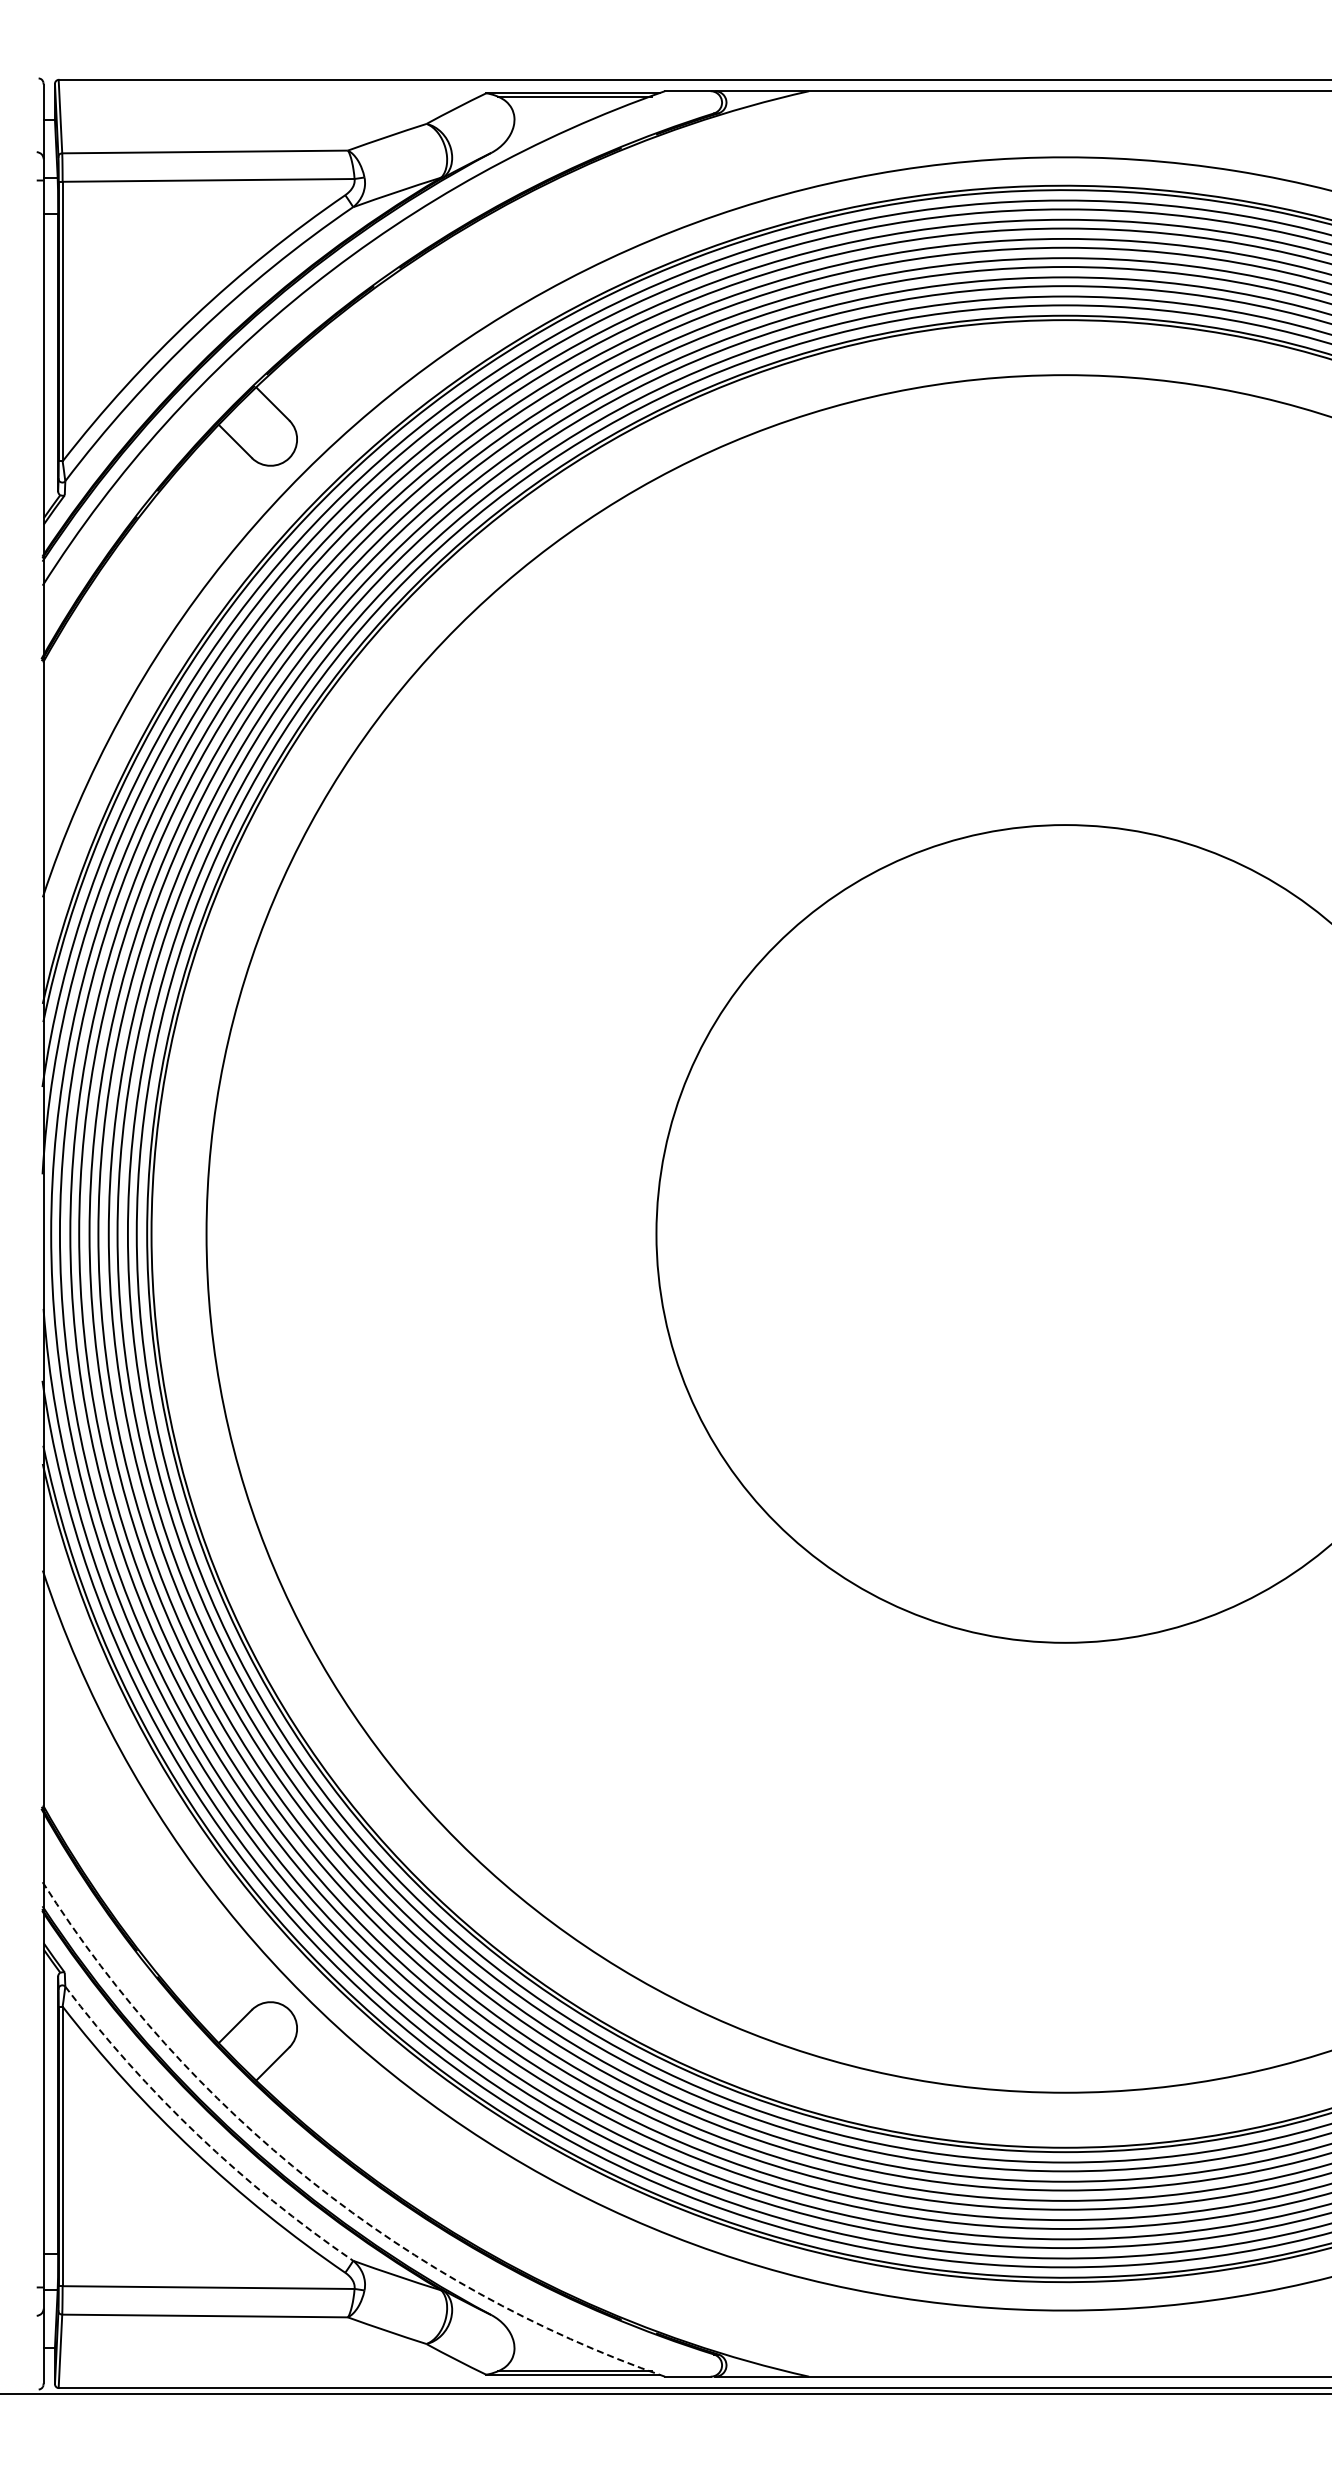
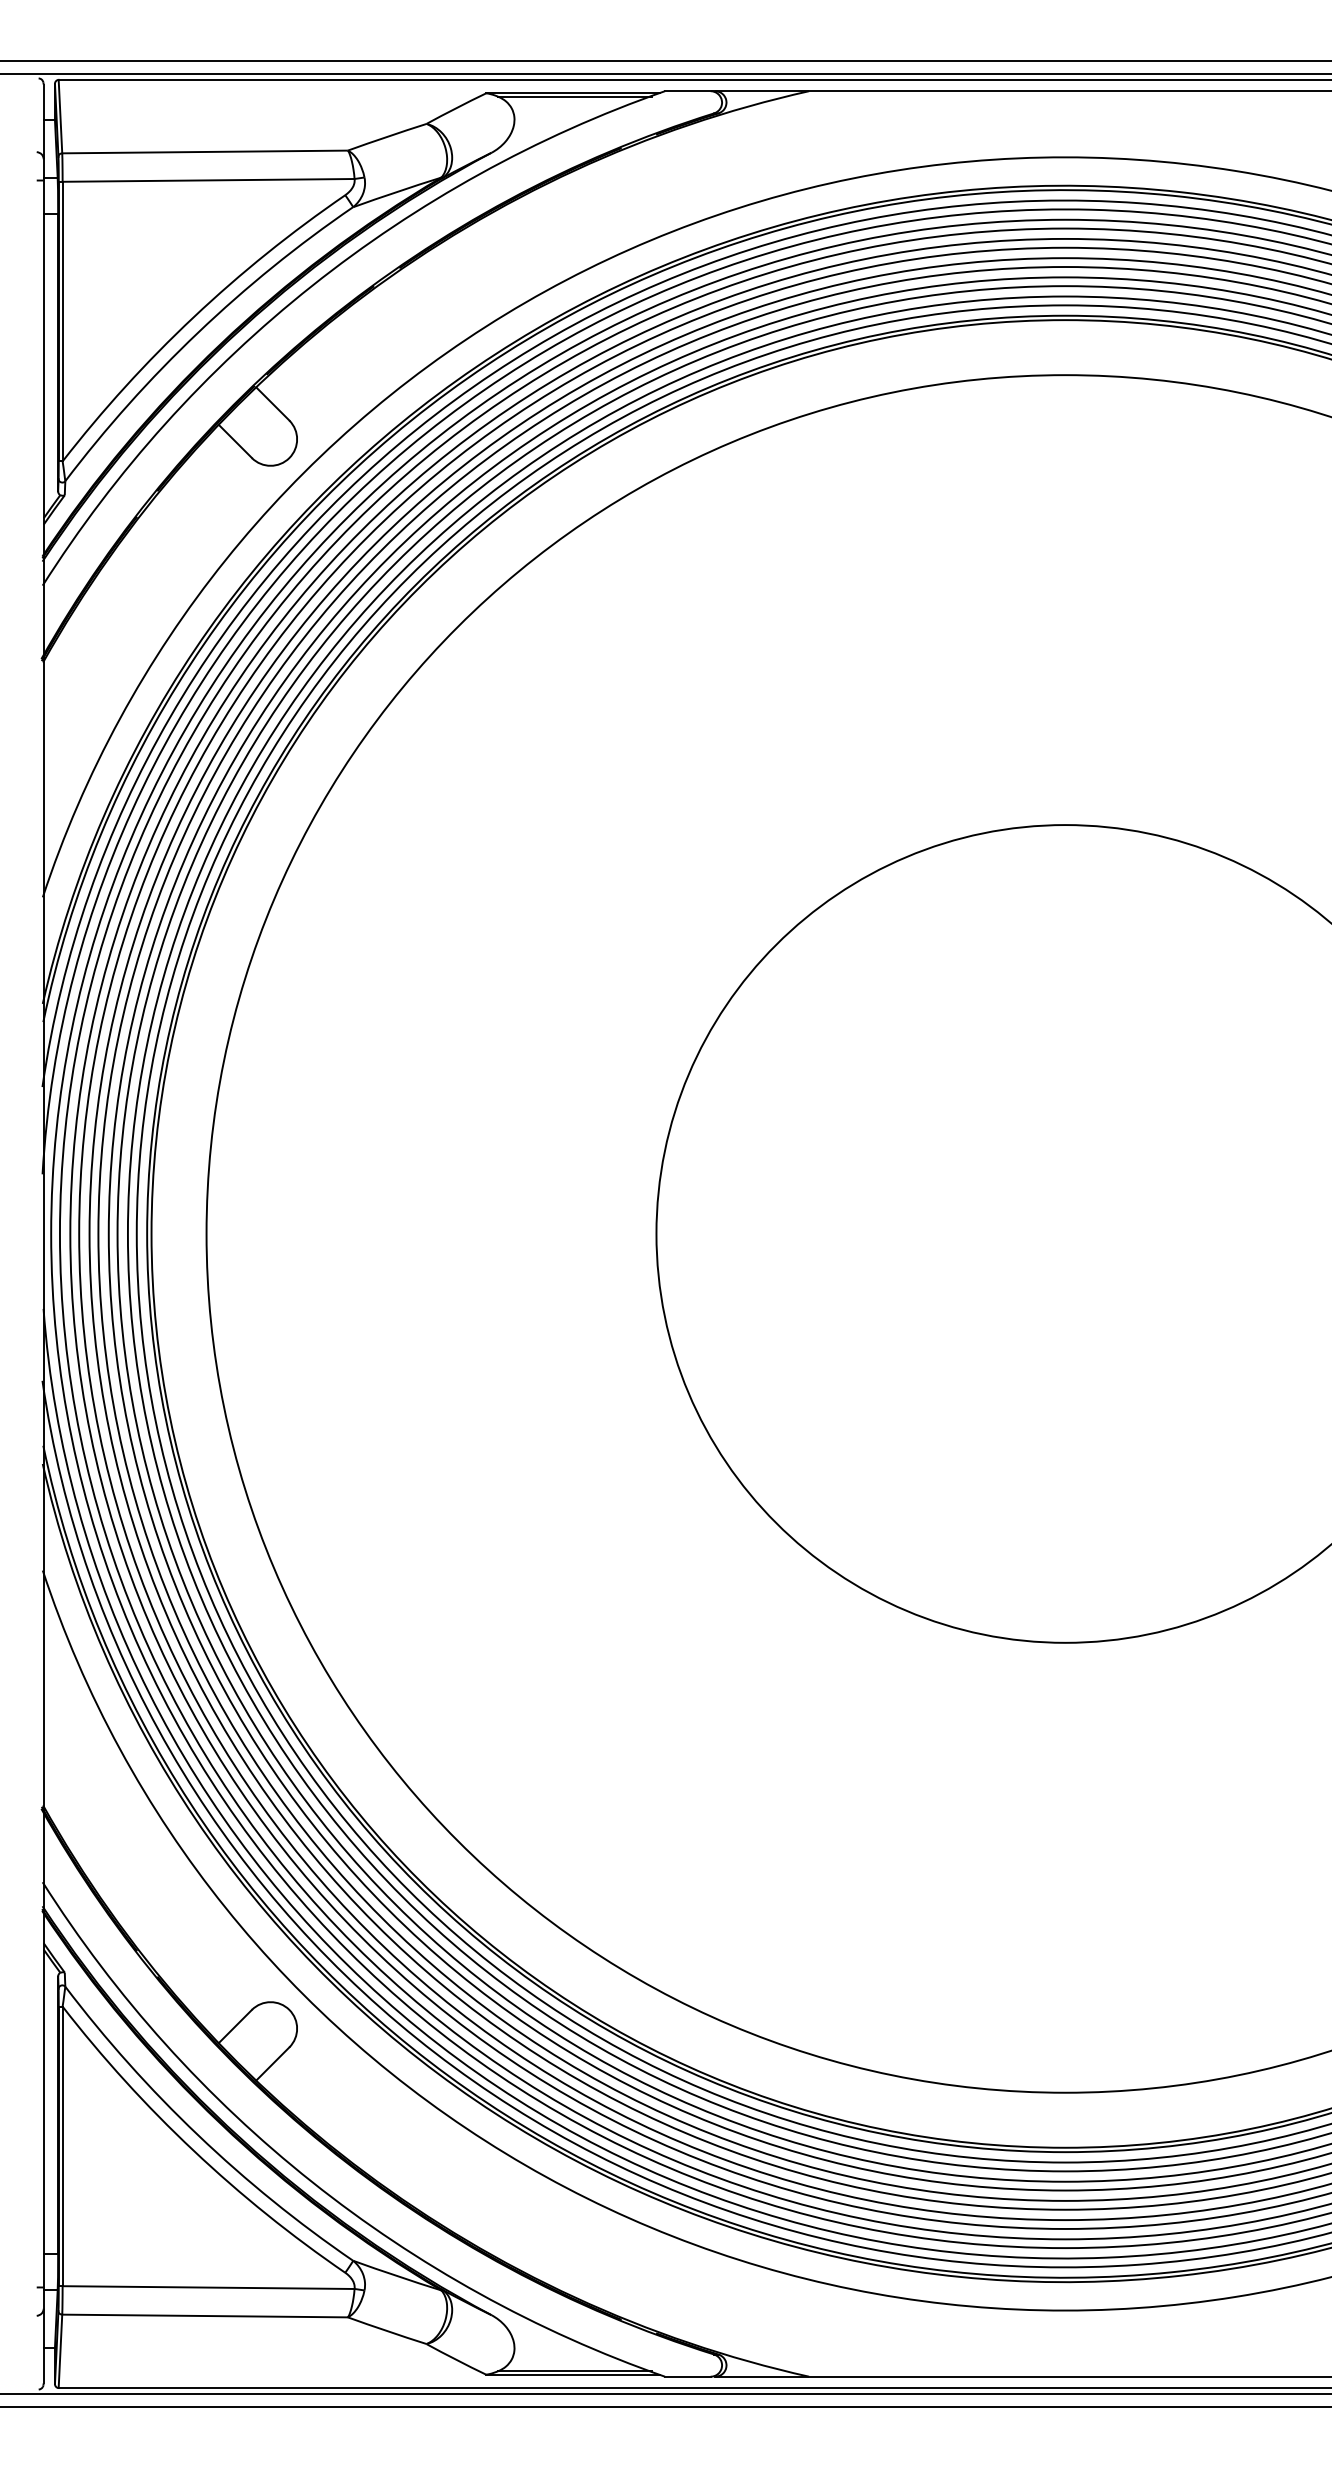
line at (665, 60): none -> present
line at (665, 74): none -> present
arc at (198, 2135): dashed -> solid
arc at (312, 2181): dashed -> solid
line at (665, 2407): none -> present
